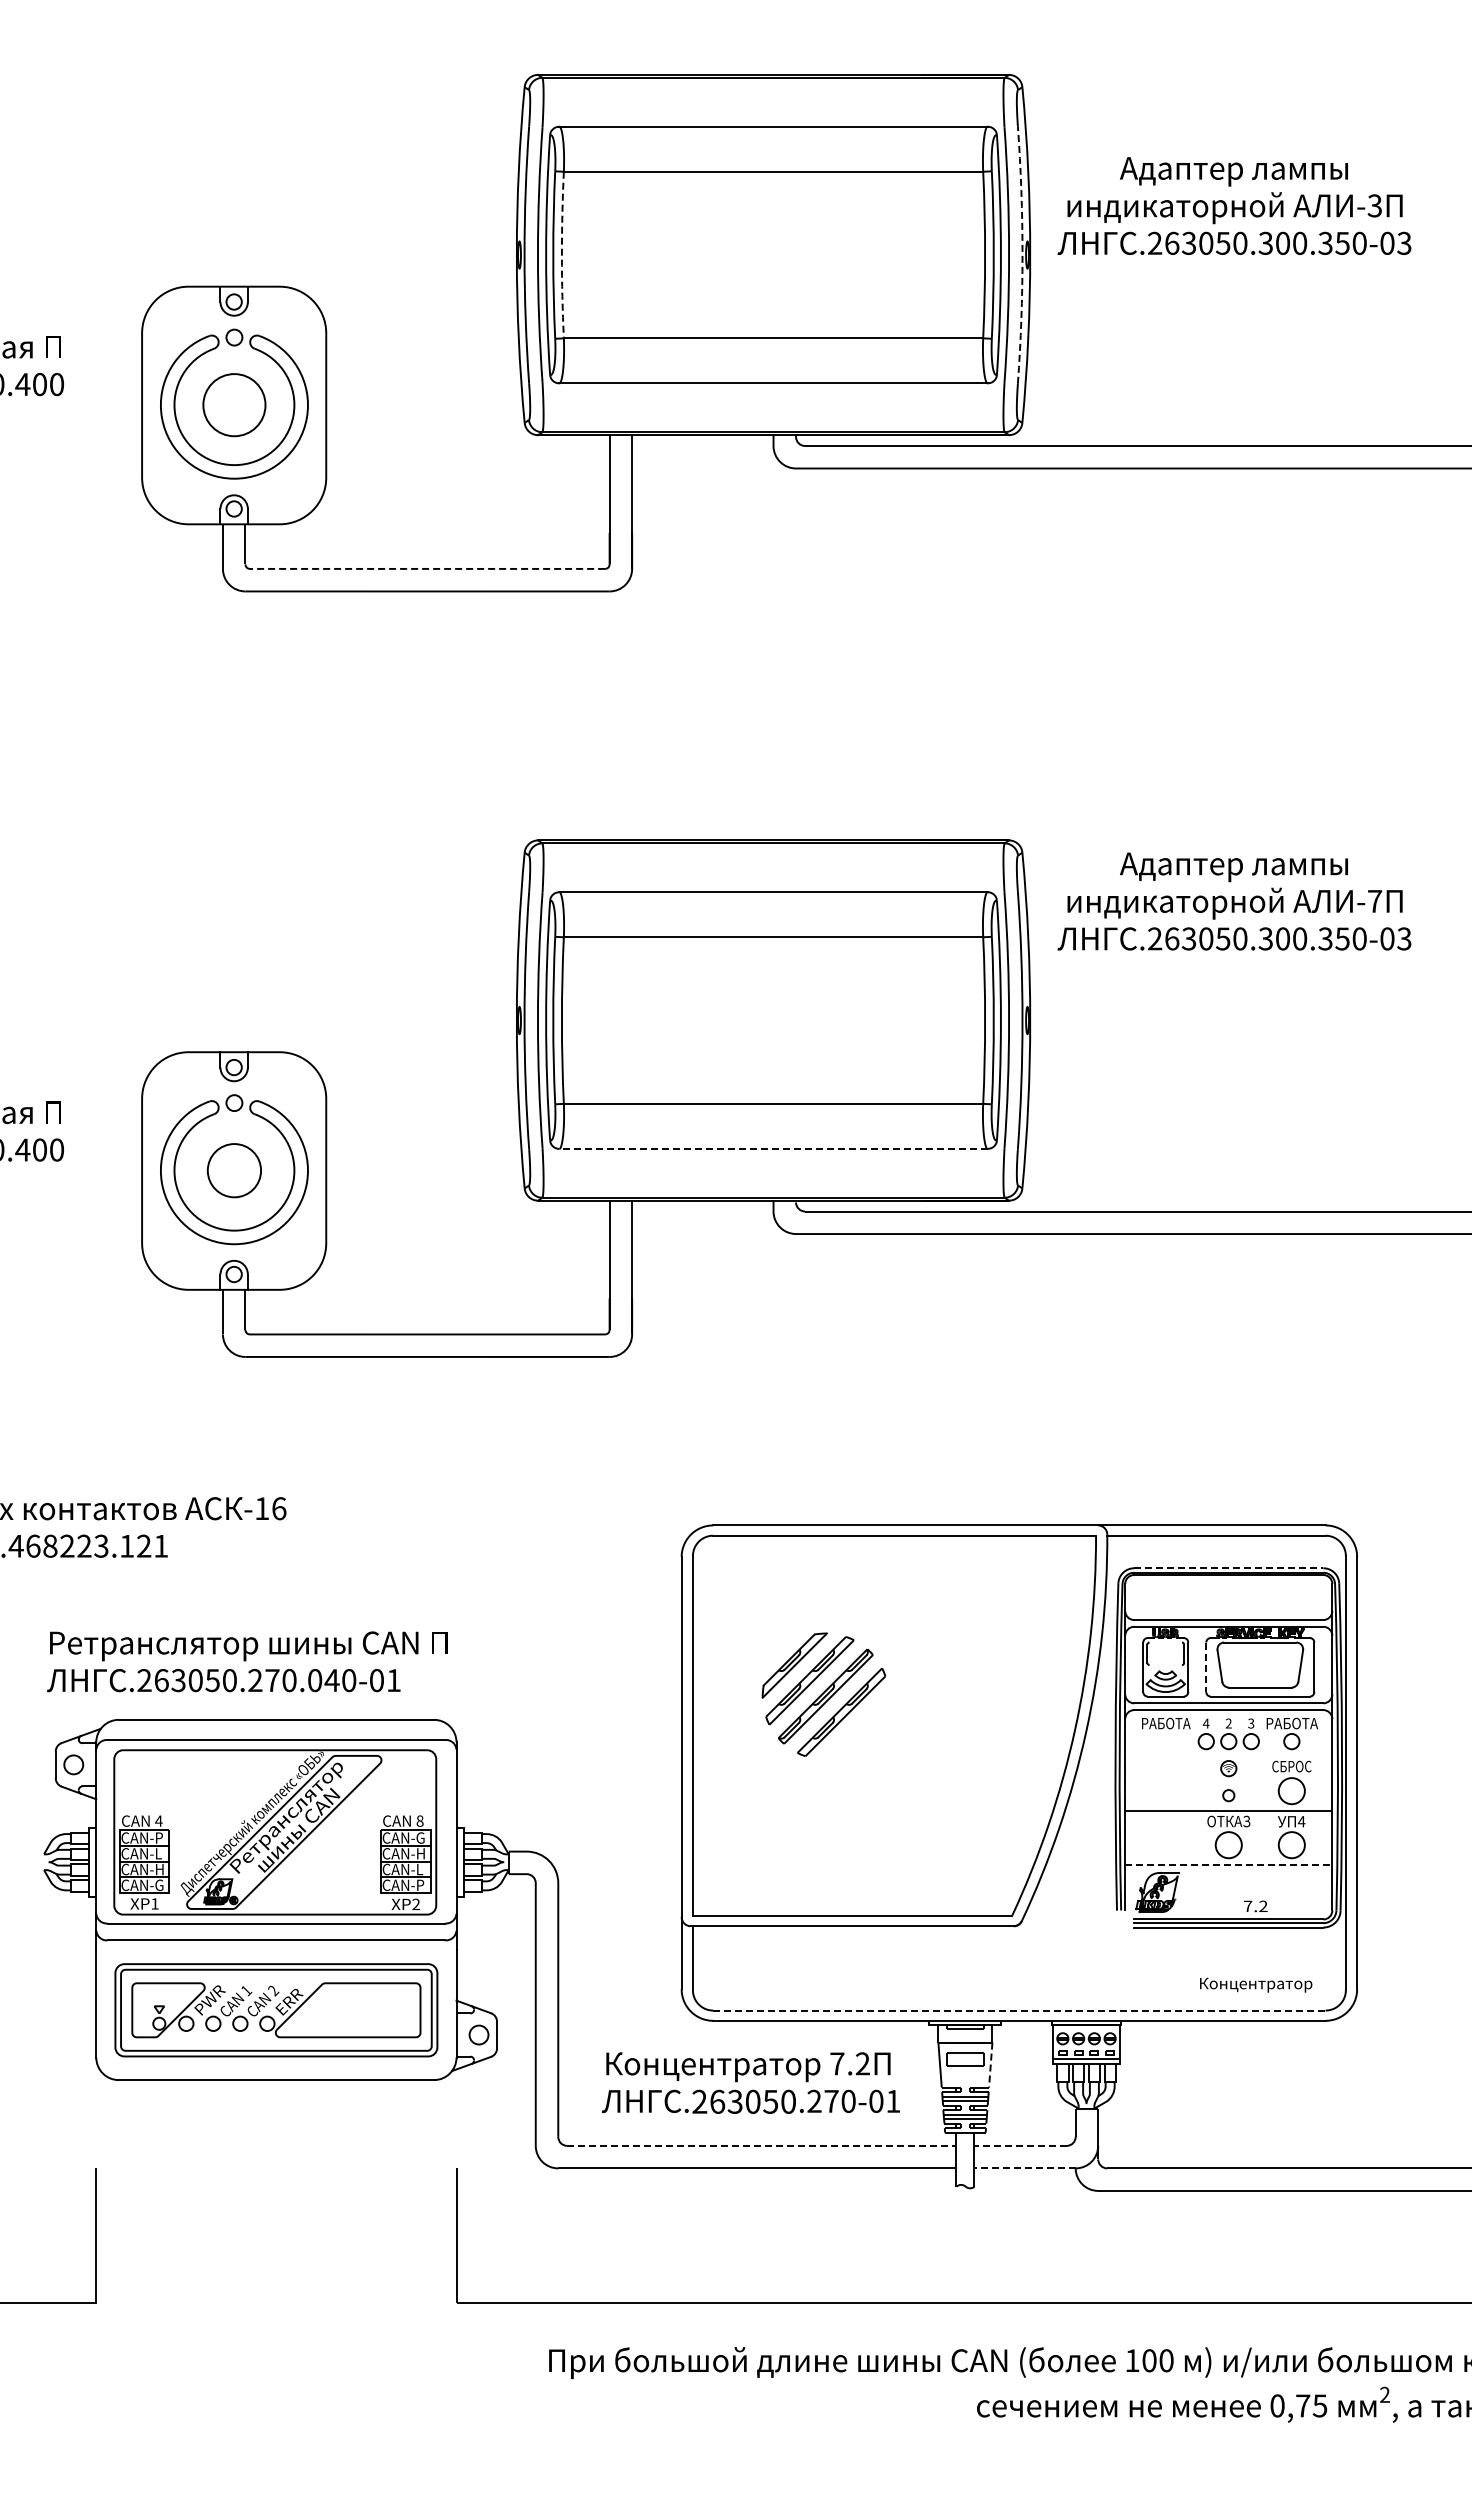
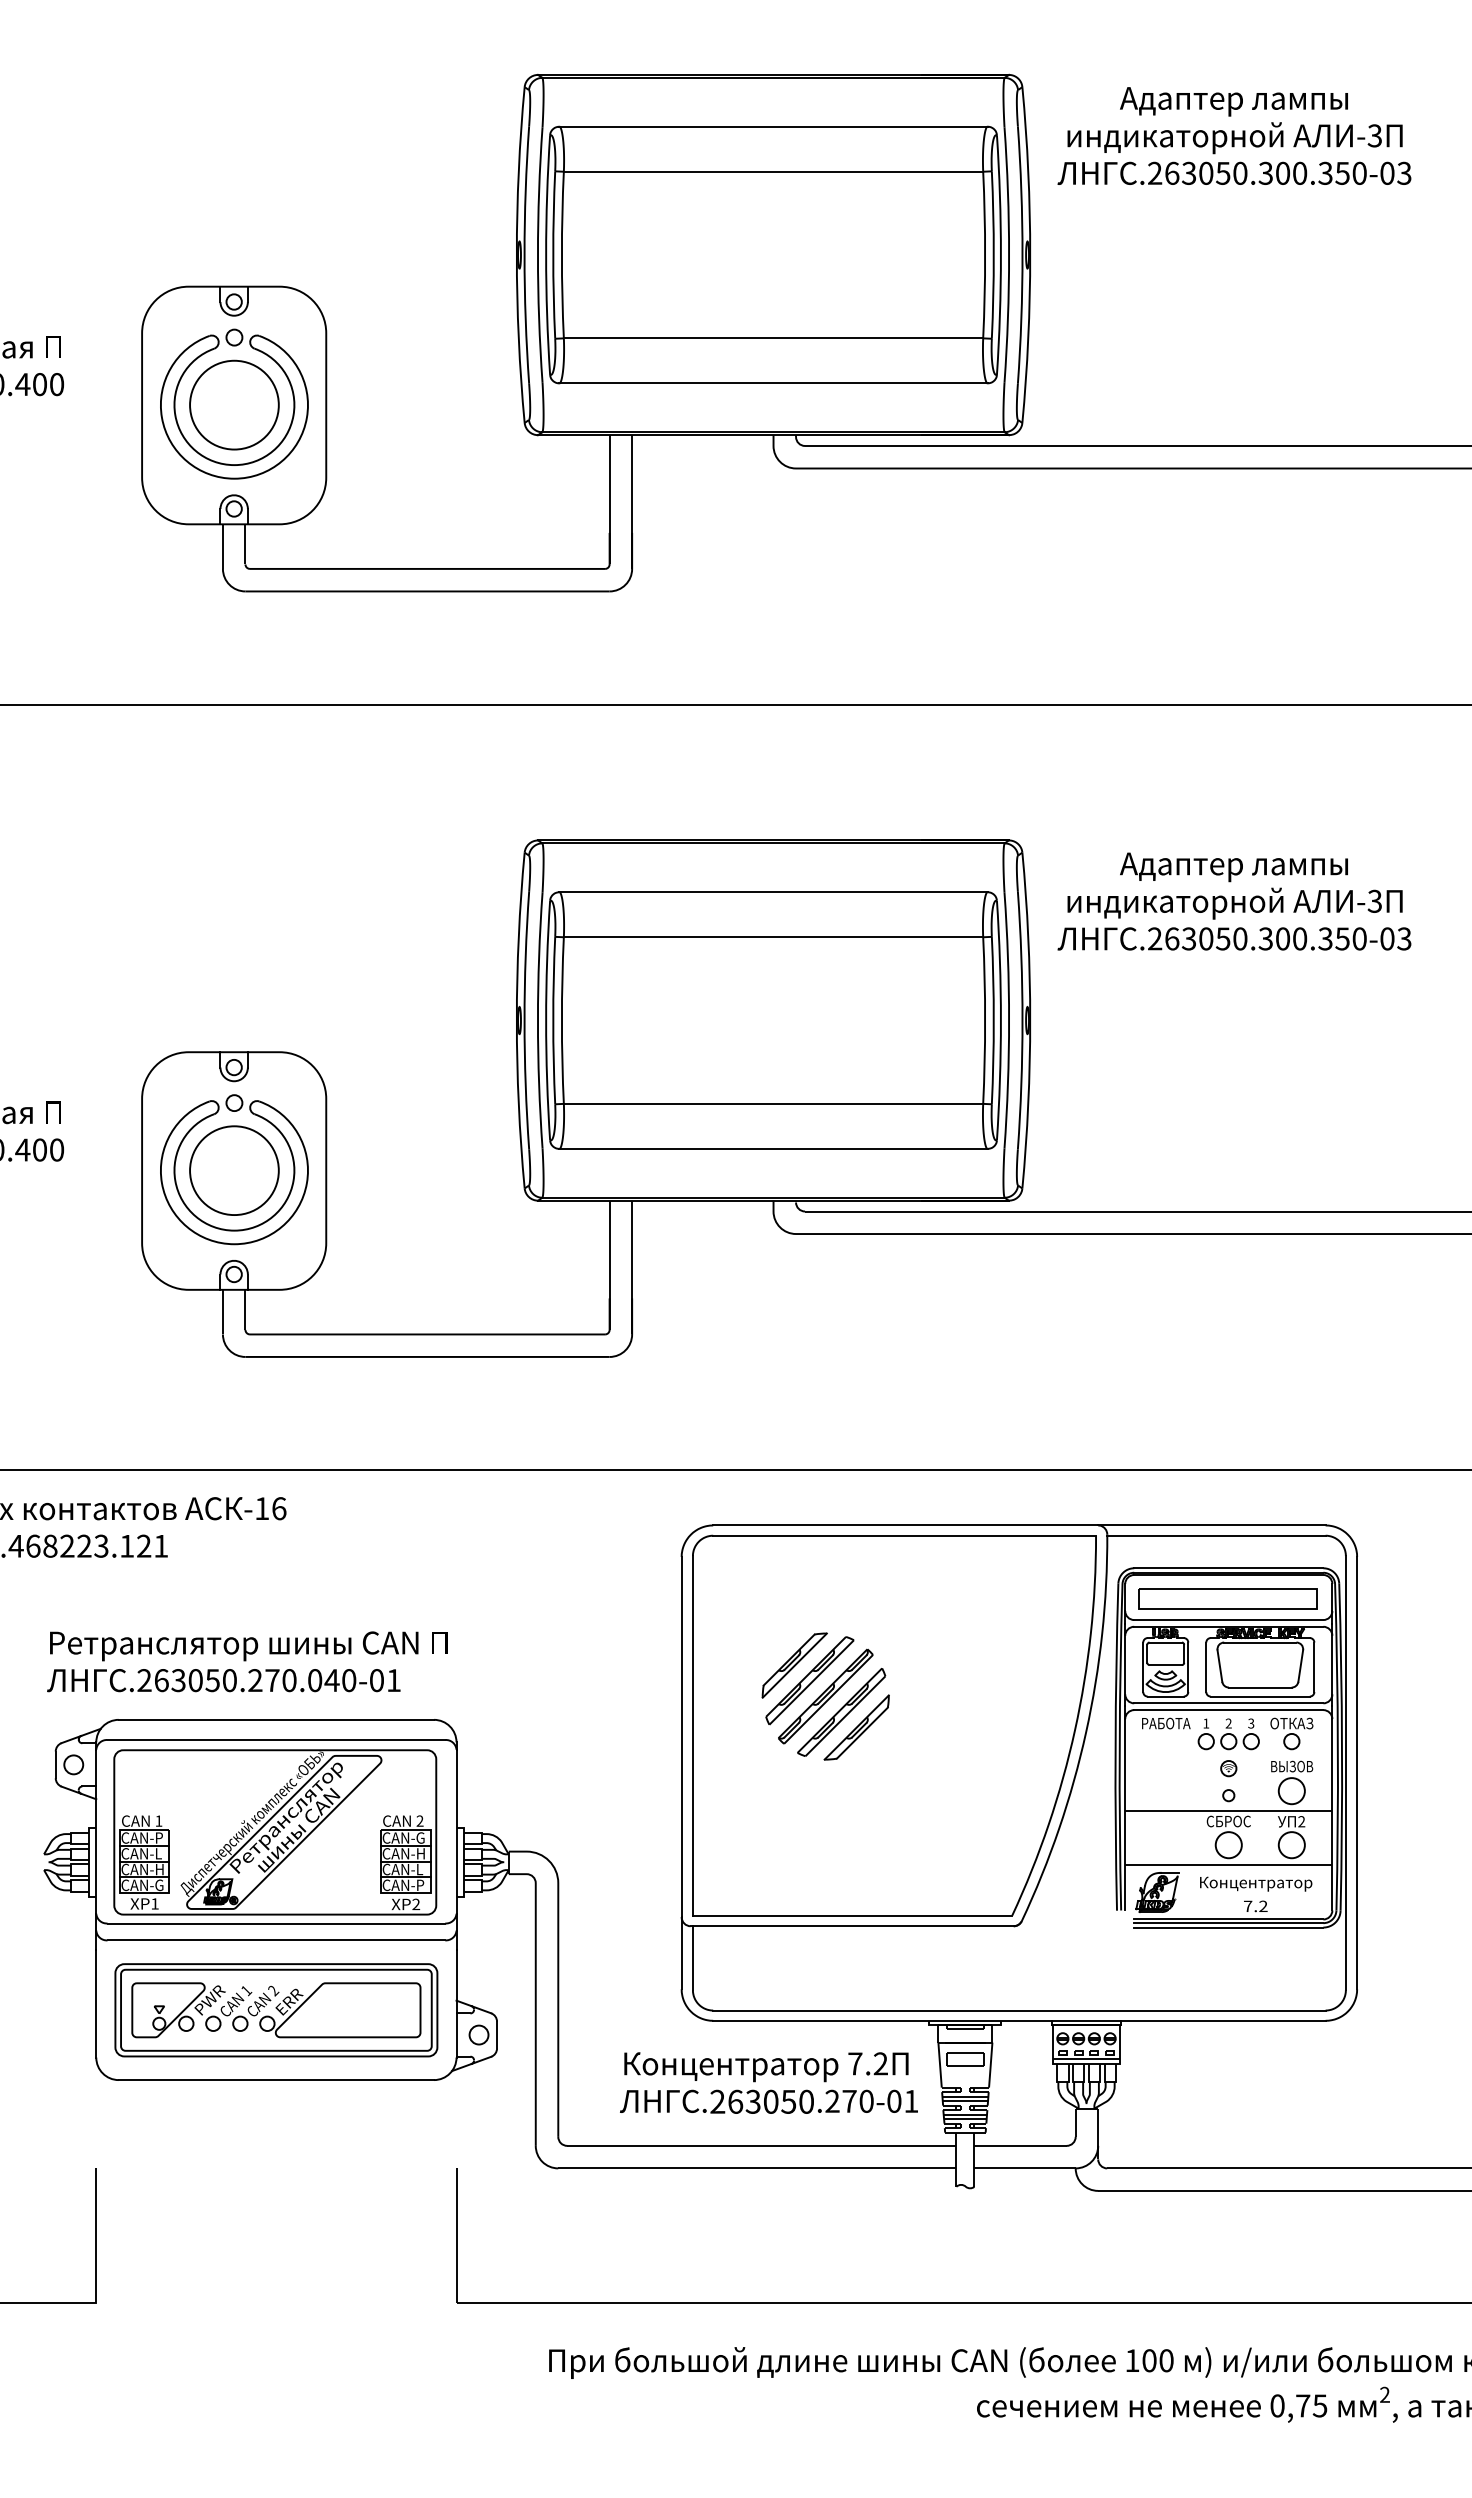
text at (1234, 205) position: (1234, 205) -> (1234, 135)
arc at (561, 255): dashed -> solid
arc at (1022, 255): dashed -> solid
circle at (234, 405) diameter: 62 px -> 89 px
line at (427, 568): dashed -> solid
line at (735, 704): none -> present
text at (1374, 900): -7 -> -3
line at (773, 1148): dashed -> solid
circle at (234, 1170) diameter: 53 px -> 89 px
line at (735, 1470): none -> present
line at (1228, 1568): dashed -> solid
part at (1227, 1598): none -> present
line at (1165, 1642): none -> present
line at (1165, 1665): none -> present
line at (1206, 1667): dashed -> solid
text at (1205, 1723): 4 -> 1
text at (1292, 1723): РАБОТА -> ОТКАЗ
part at (856, 1727): none -> present
text at (1292, 1766): СБРОС -> ВЫЗОВ
text at (158, 1820): 4 -> 1
text at (419, 1820): 8 -> 2
text at (1228, 1821): ОТКАЗ -> СБРОС
text at (1301, 1821): 4 -> 2
line at (1228, 1865): dashed -> solid
text at (1256, 1984) position: (1256, 1984) -> (1256, 1883)
line at (1019, 2010): dashed -> solid
line at (990, 2065): dashed -> solid
text at (750, 2082) position: (750, 2082) -> (768, 2082)
line at (761, 2145): dashed -> solid
line at (1020, 2145): dashed -> solid
line at (1025, 2168): dashed -> solid
